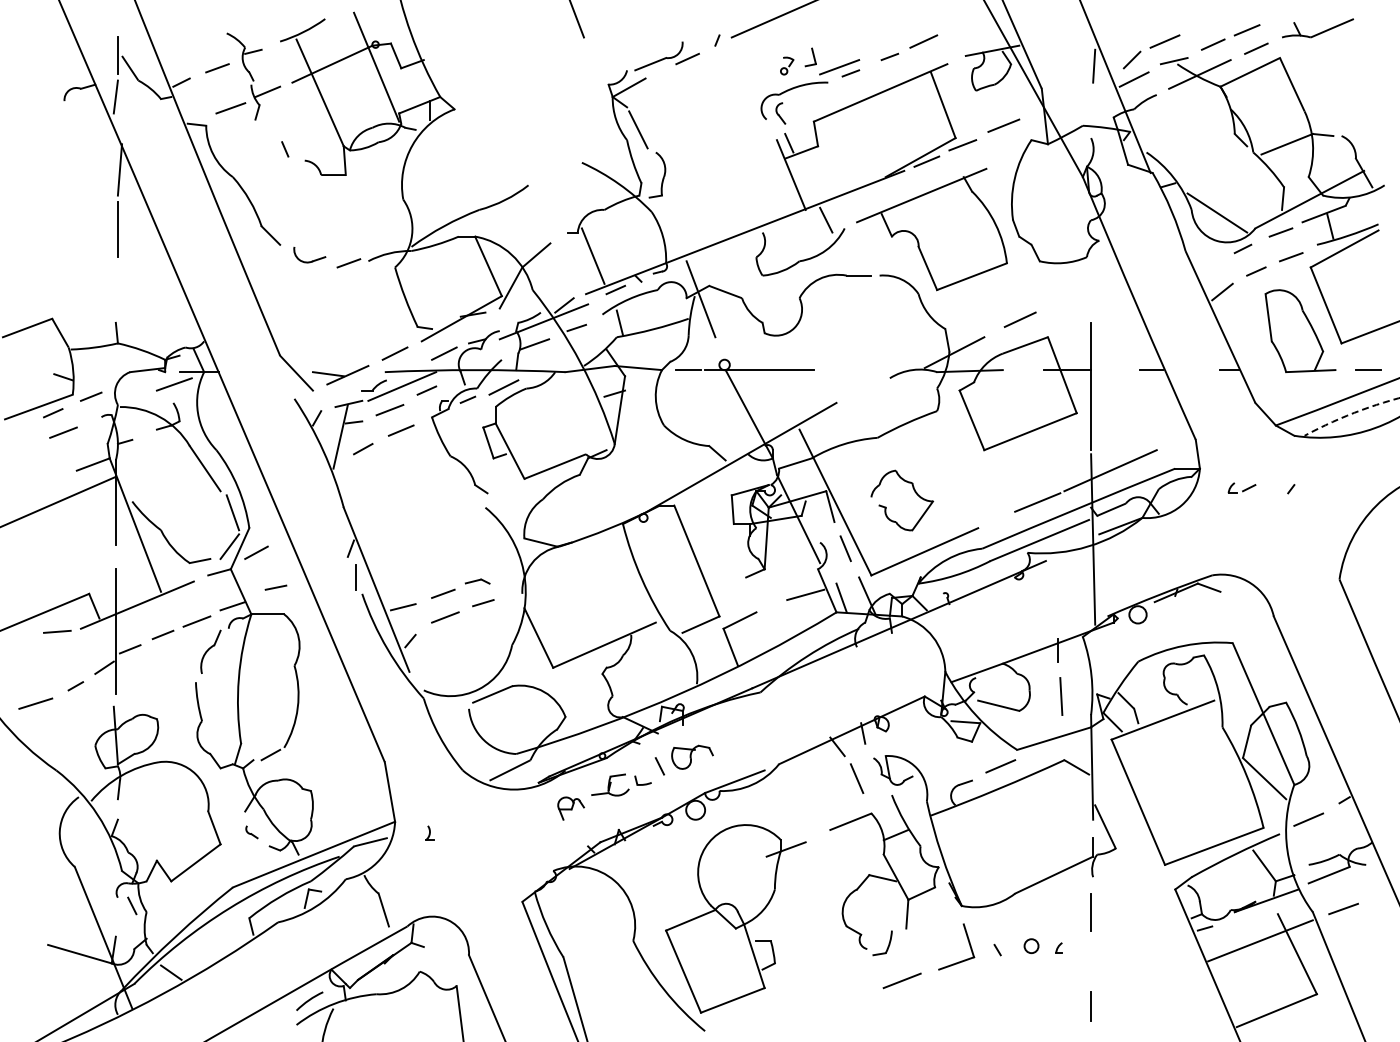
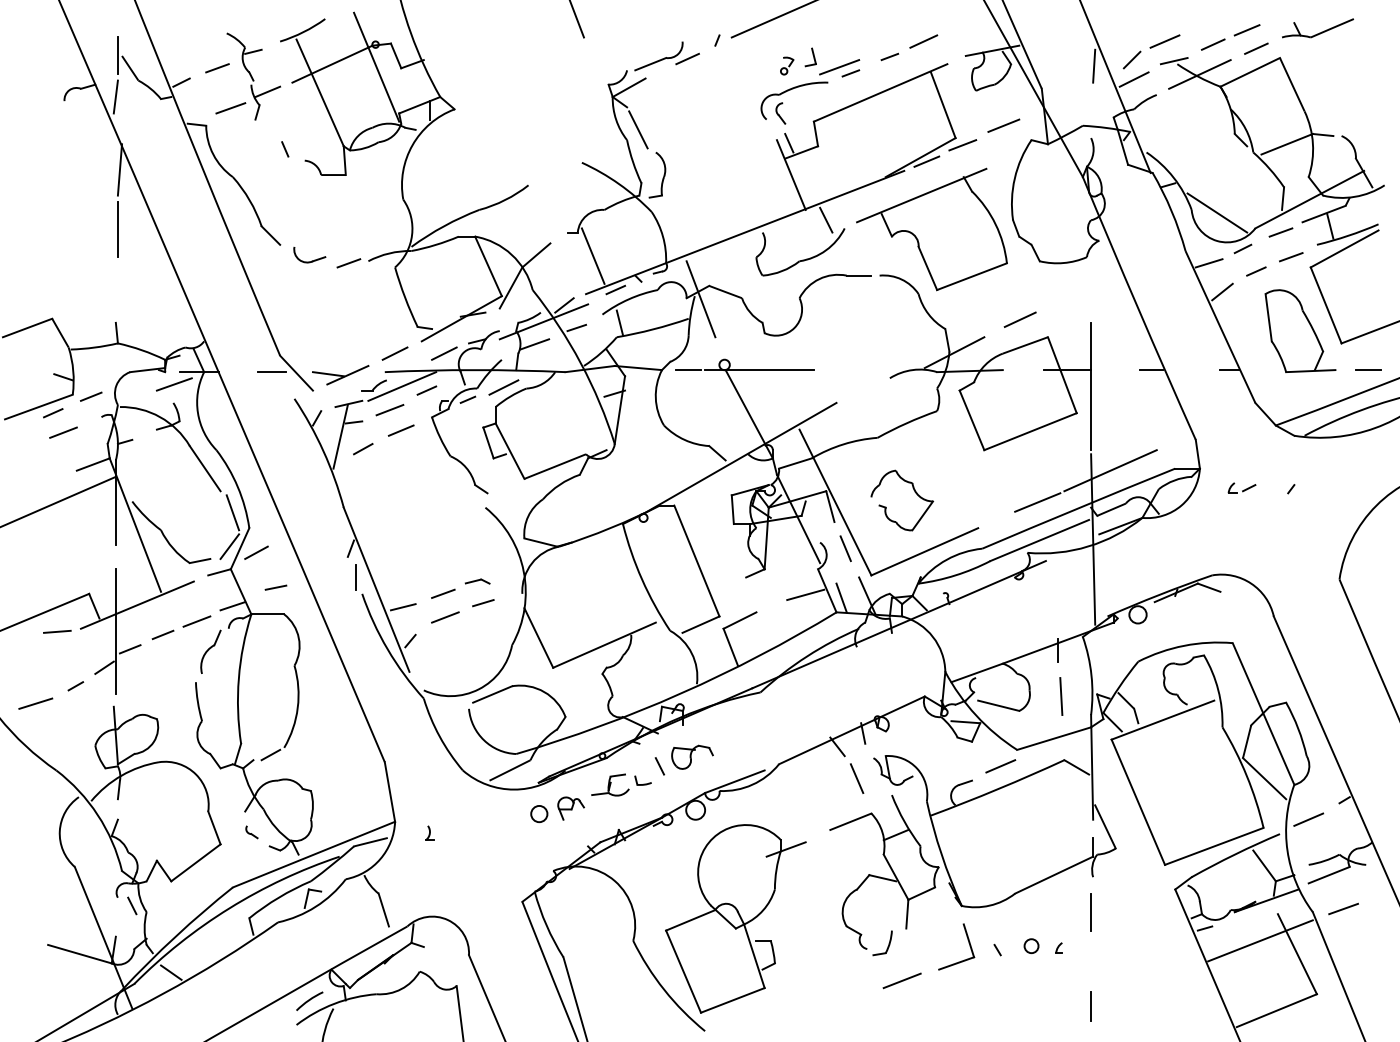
line at (1208, 263): none -> present
line at (271, 372): none -> present
arc at (1350, 414): dashed -> solid
circle at (539, 814): none -> present
